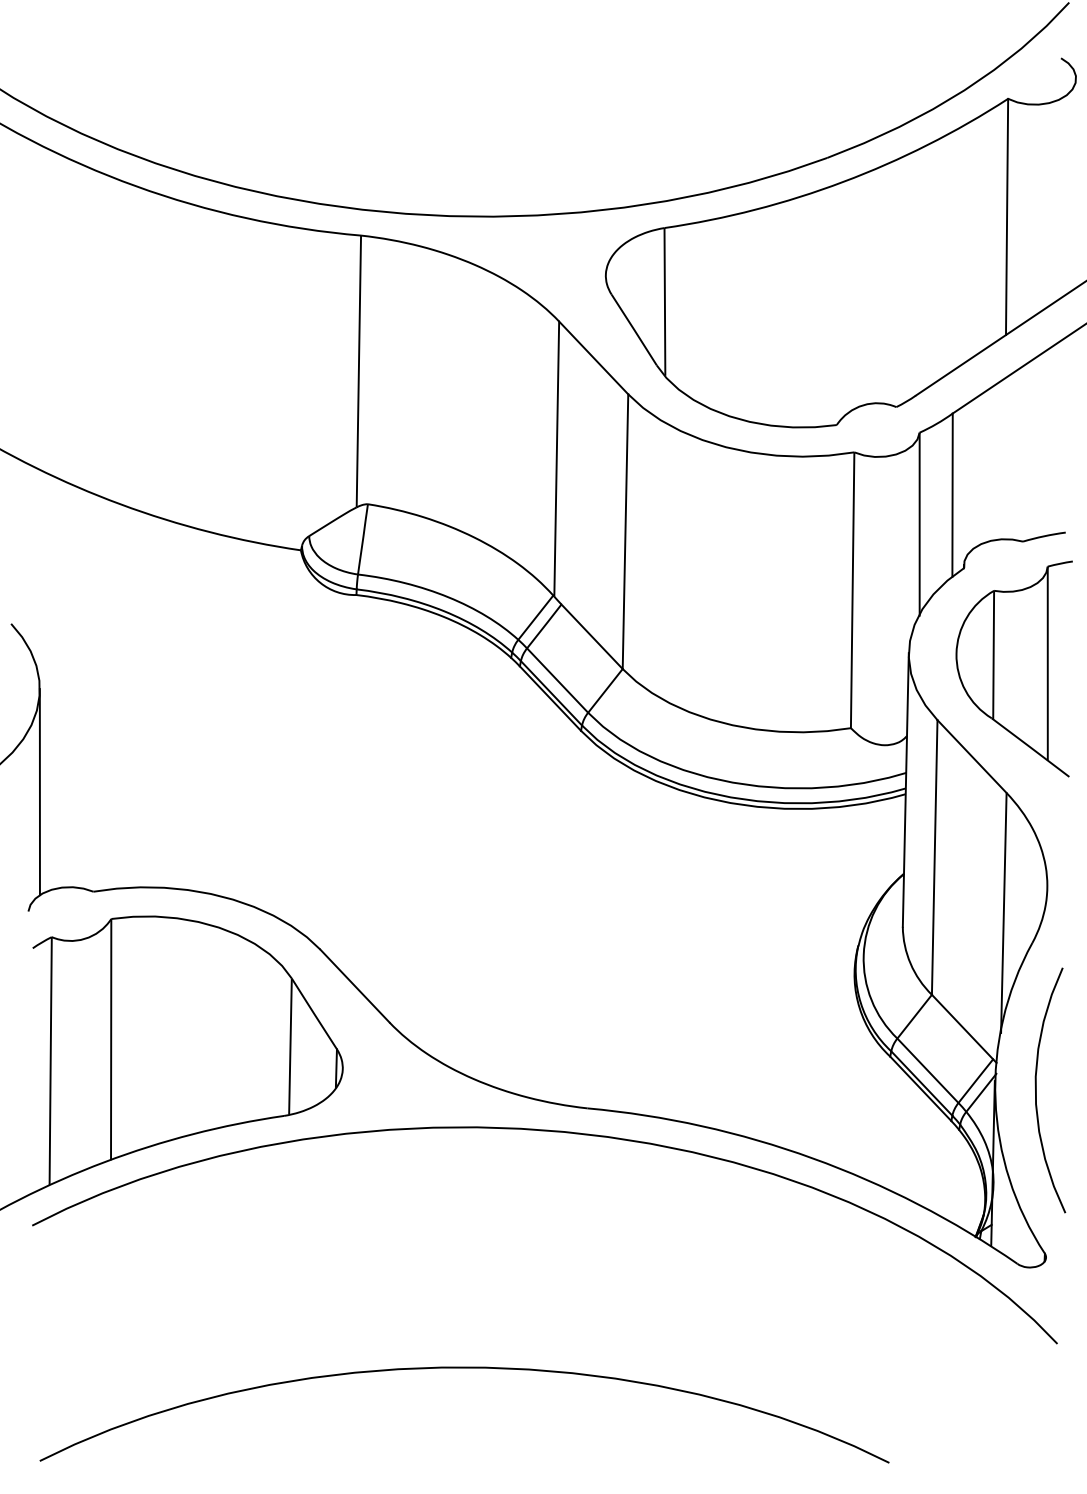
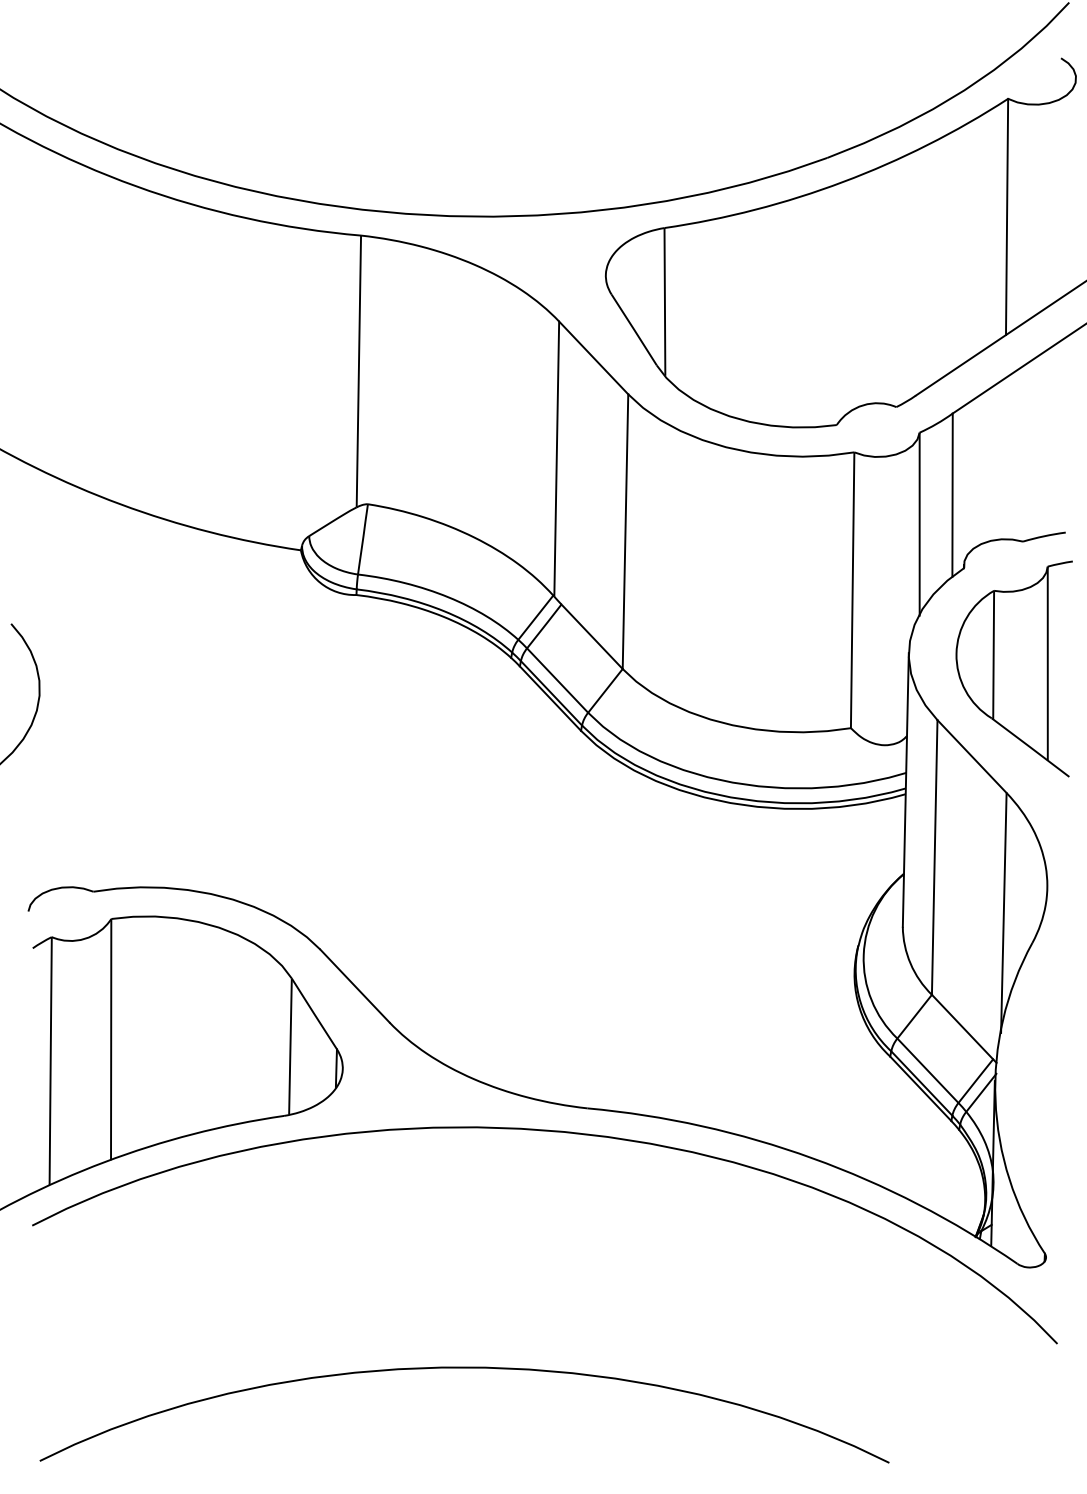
line at (39, 792): present -> none
curve at (1036, 1090): present -> none
